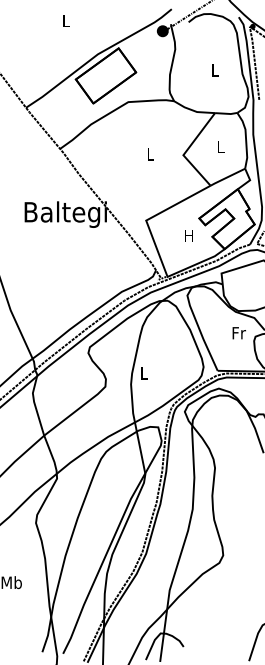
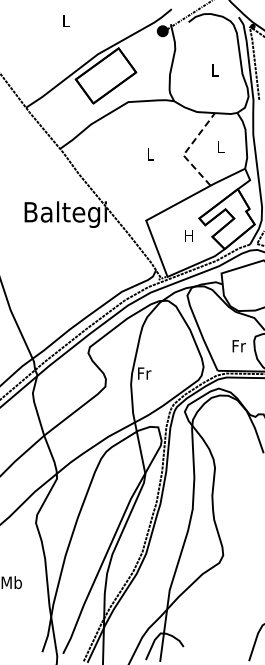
line at (187, 150): solid -> dashed
text at (238, 333) position: (238, 333) -> (238, 346)
text at (144, 373): L -> Fr
